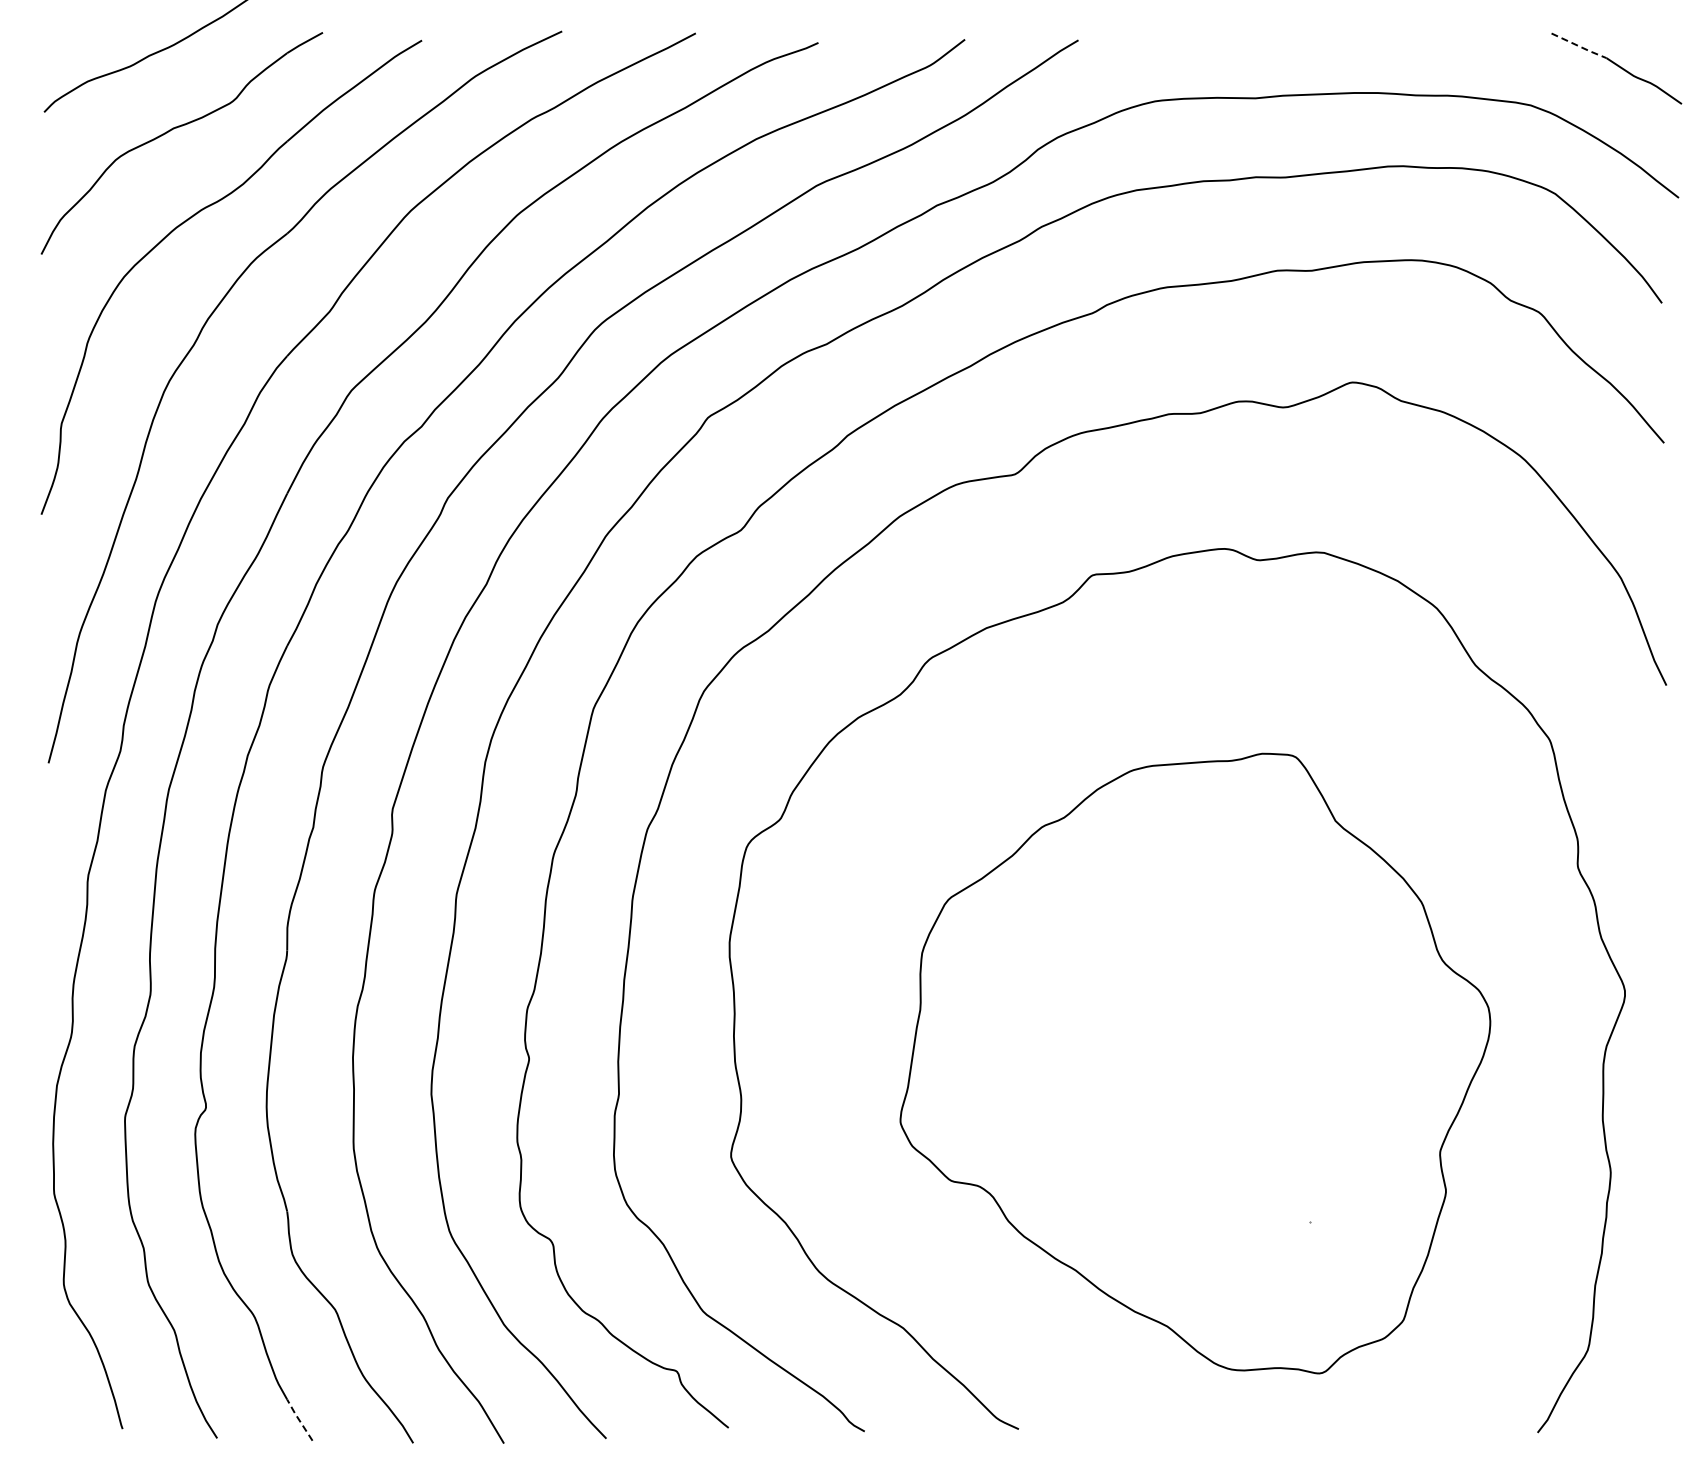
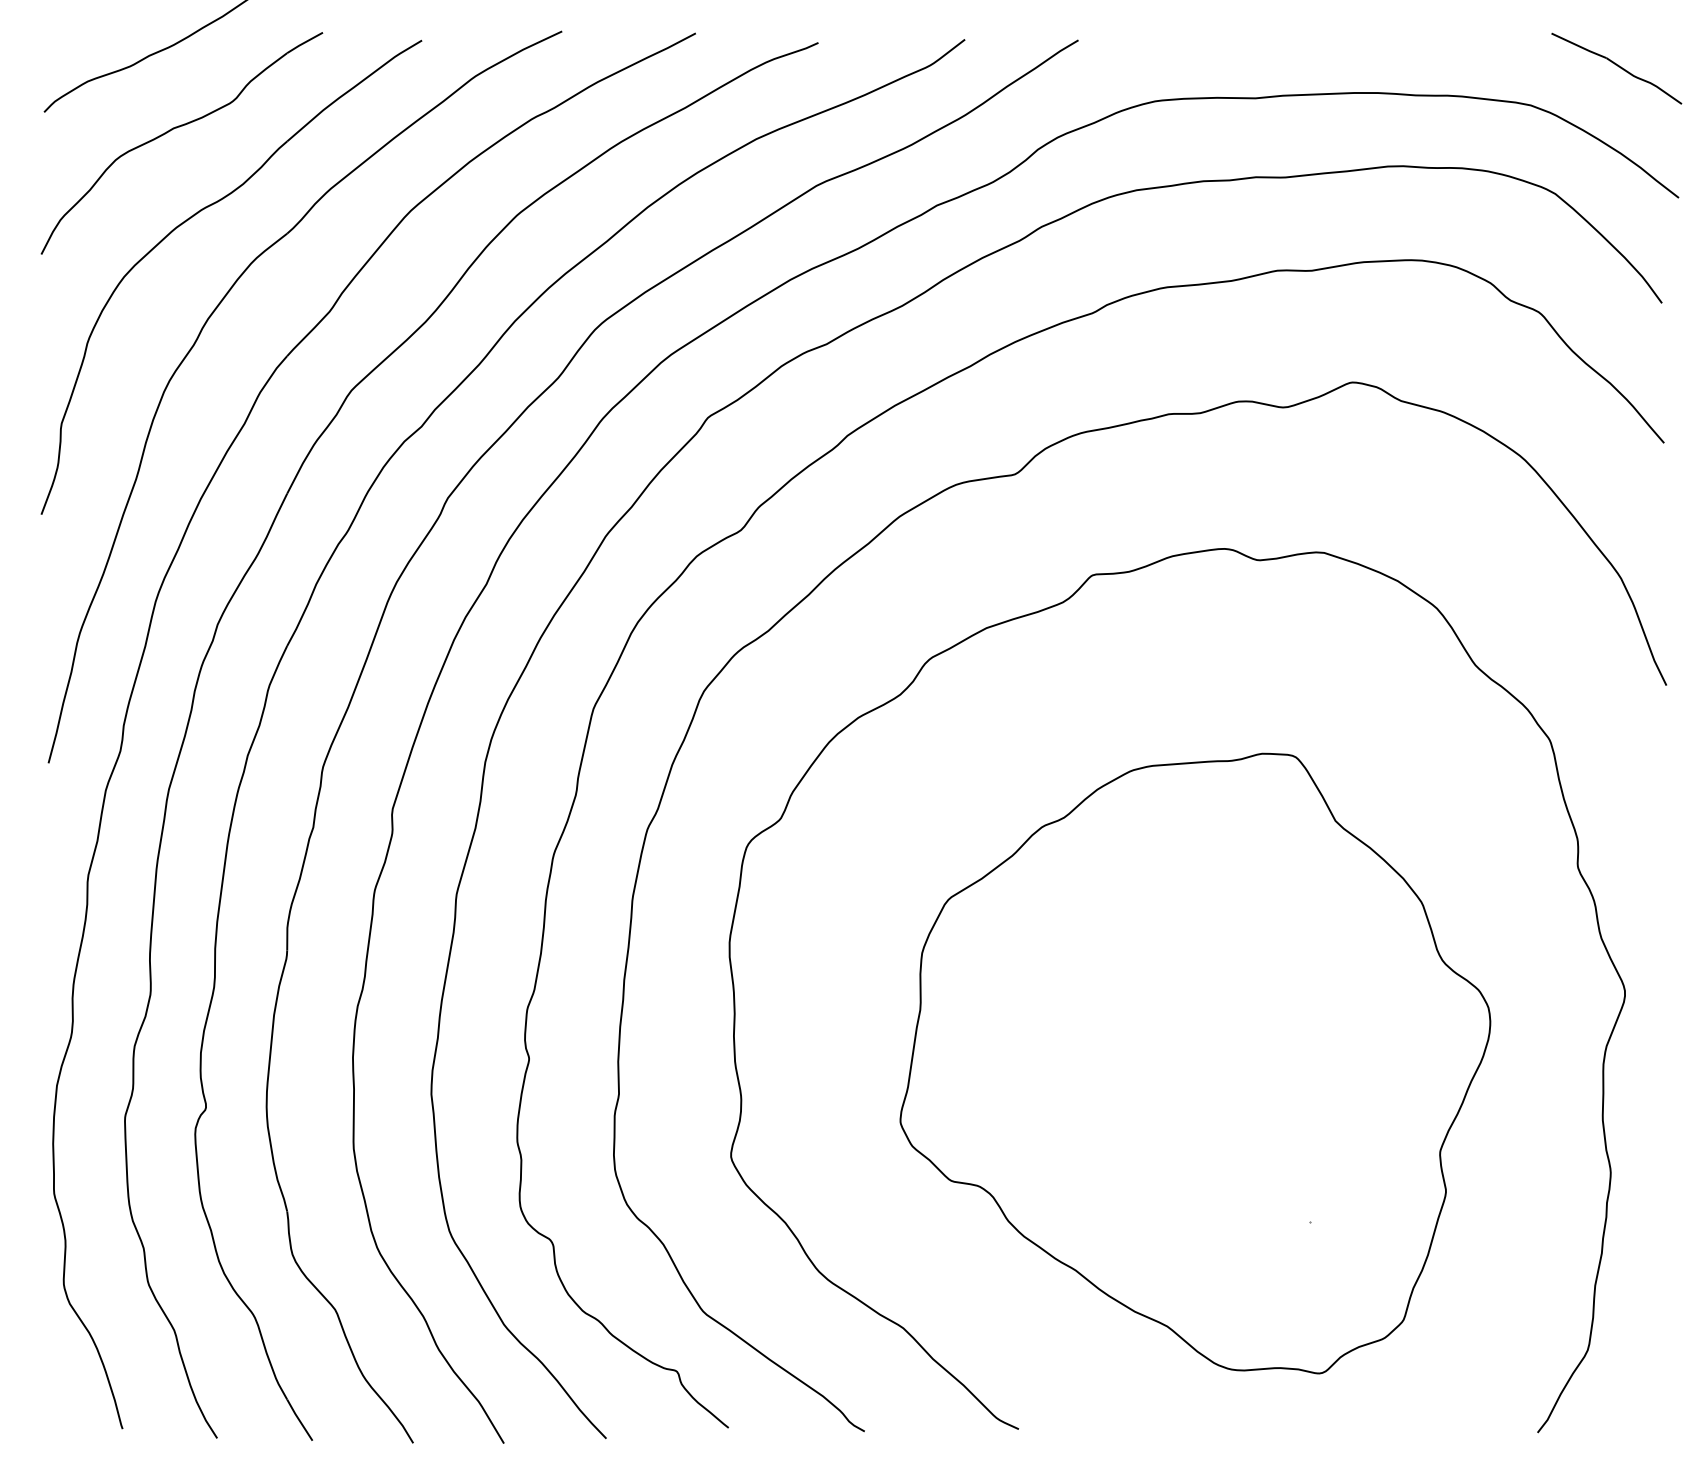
line at (1580, 46): dashed -> solid
line at (299, 1419): dashed -> solid
